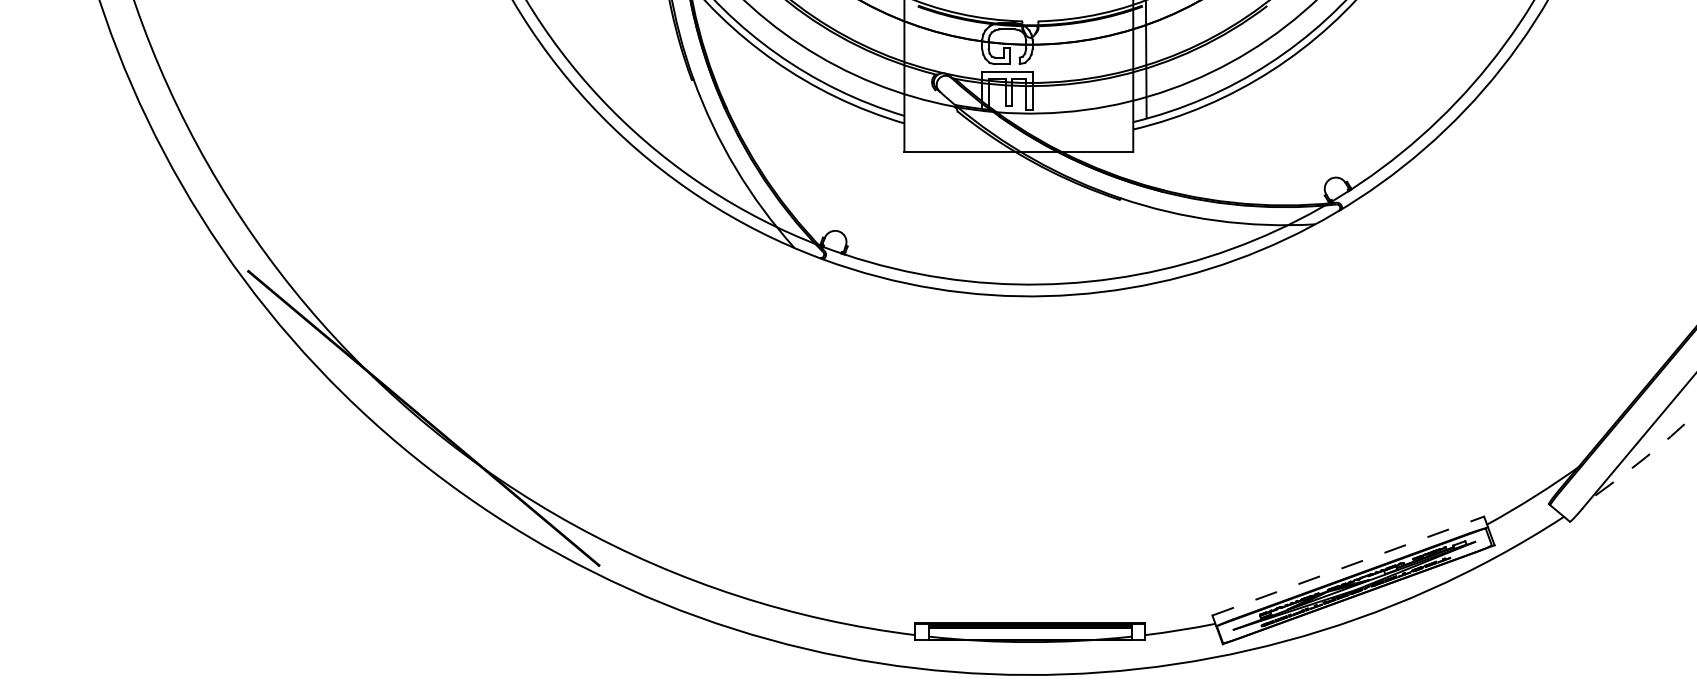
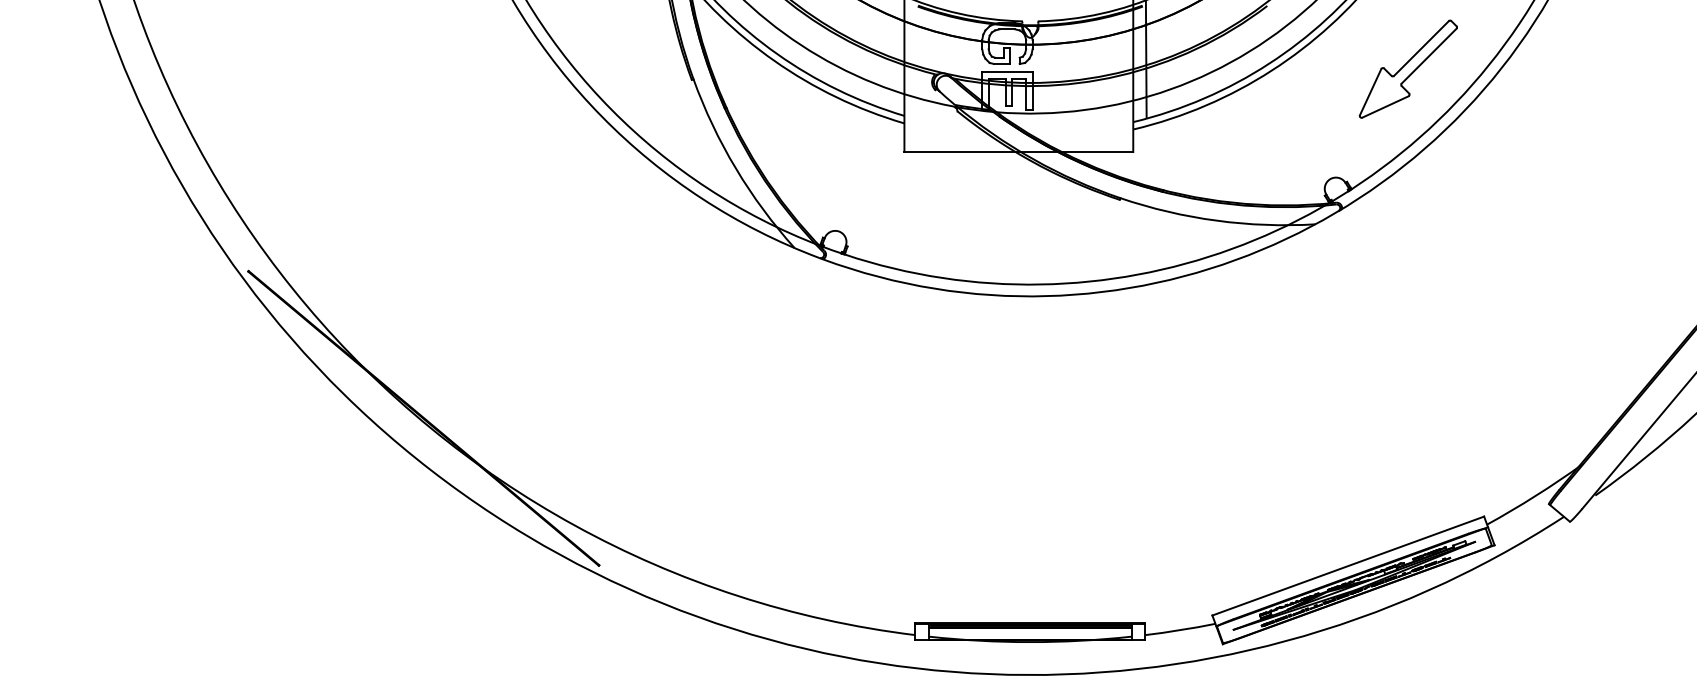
part at (1407, 68): none -> present
arc at (1647, 455): dashed -> solid
line at (1348, 566): dashed -> solid
